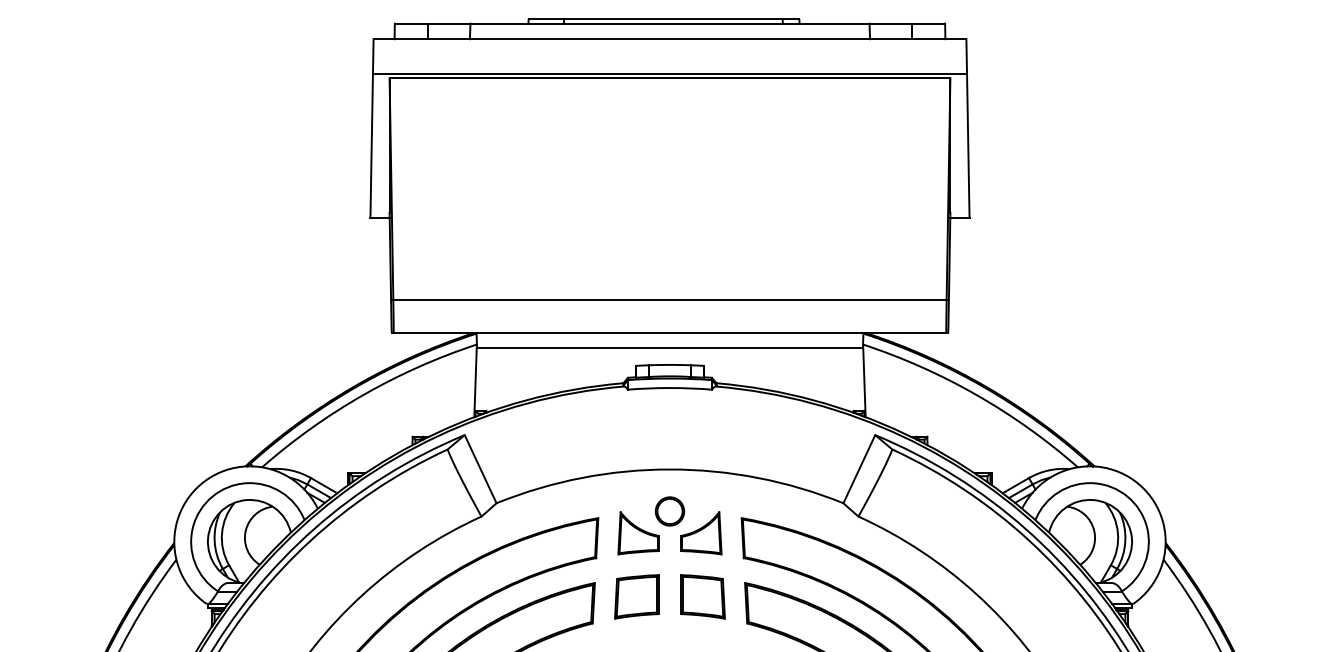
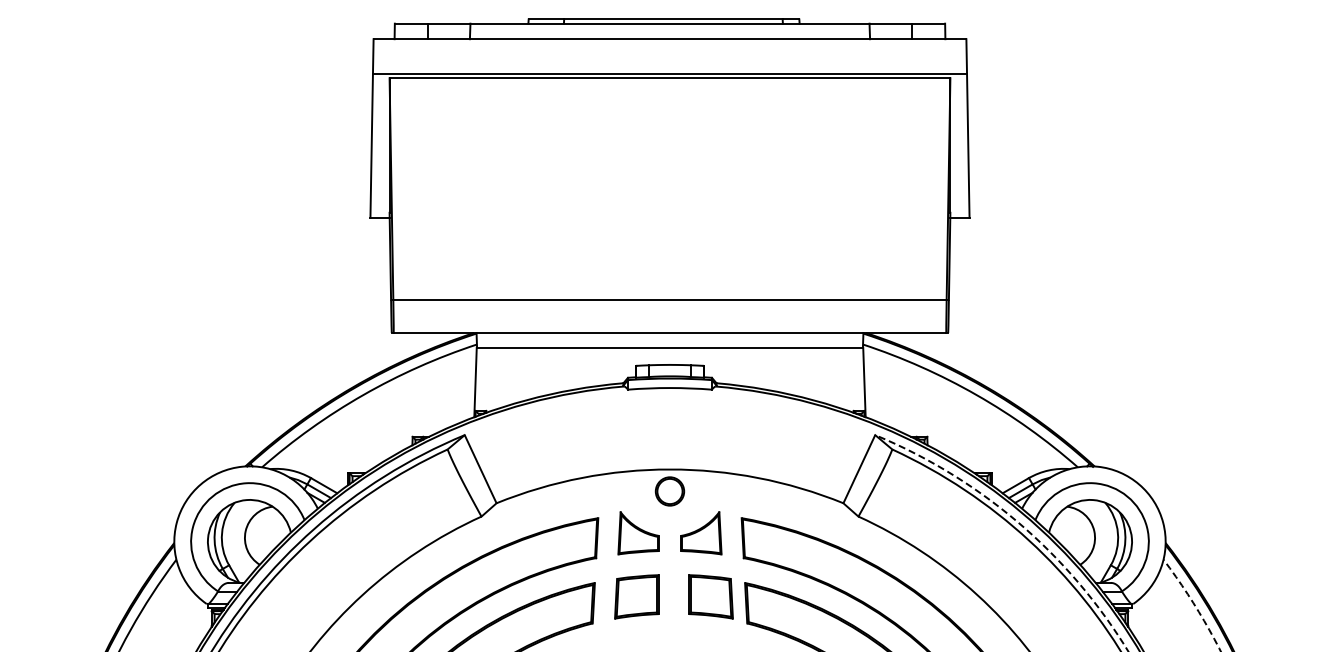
part at (669, 511) position: (669, 511) -> (669, 491)
arc at (1018, 522): solid -> dashed
part at (702, 596) position: (702, 596) -> (710, 596)
arc at (1194, 604): solid -> dashed
